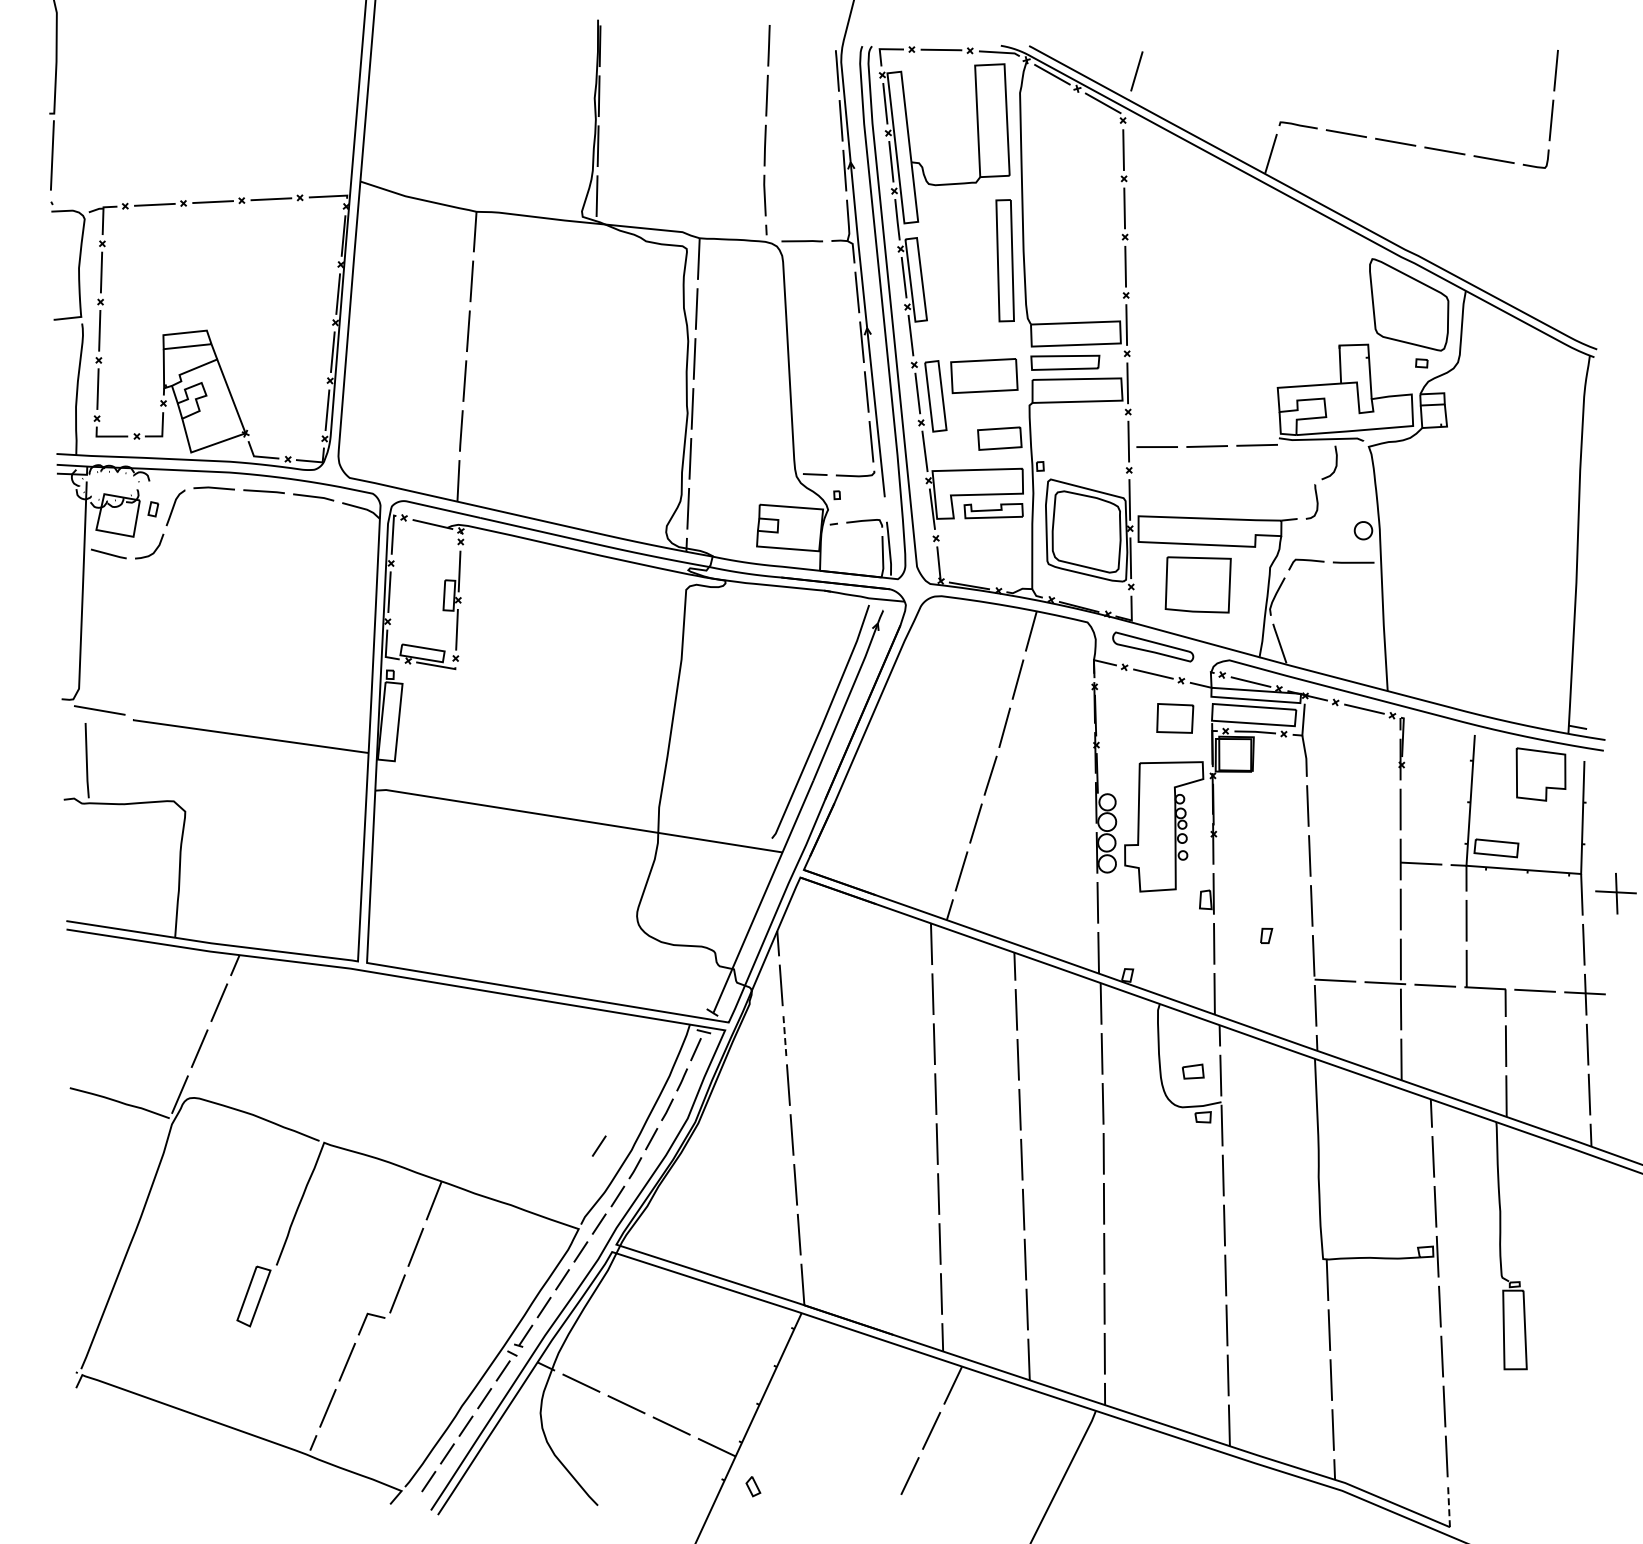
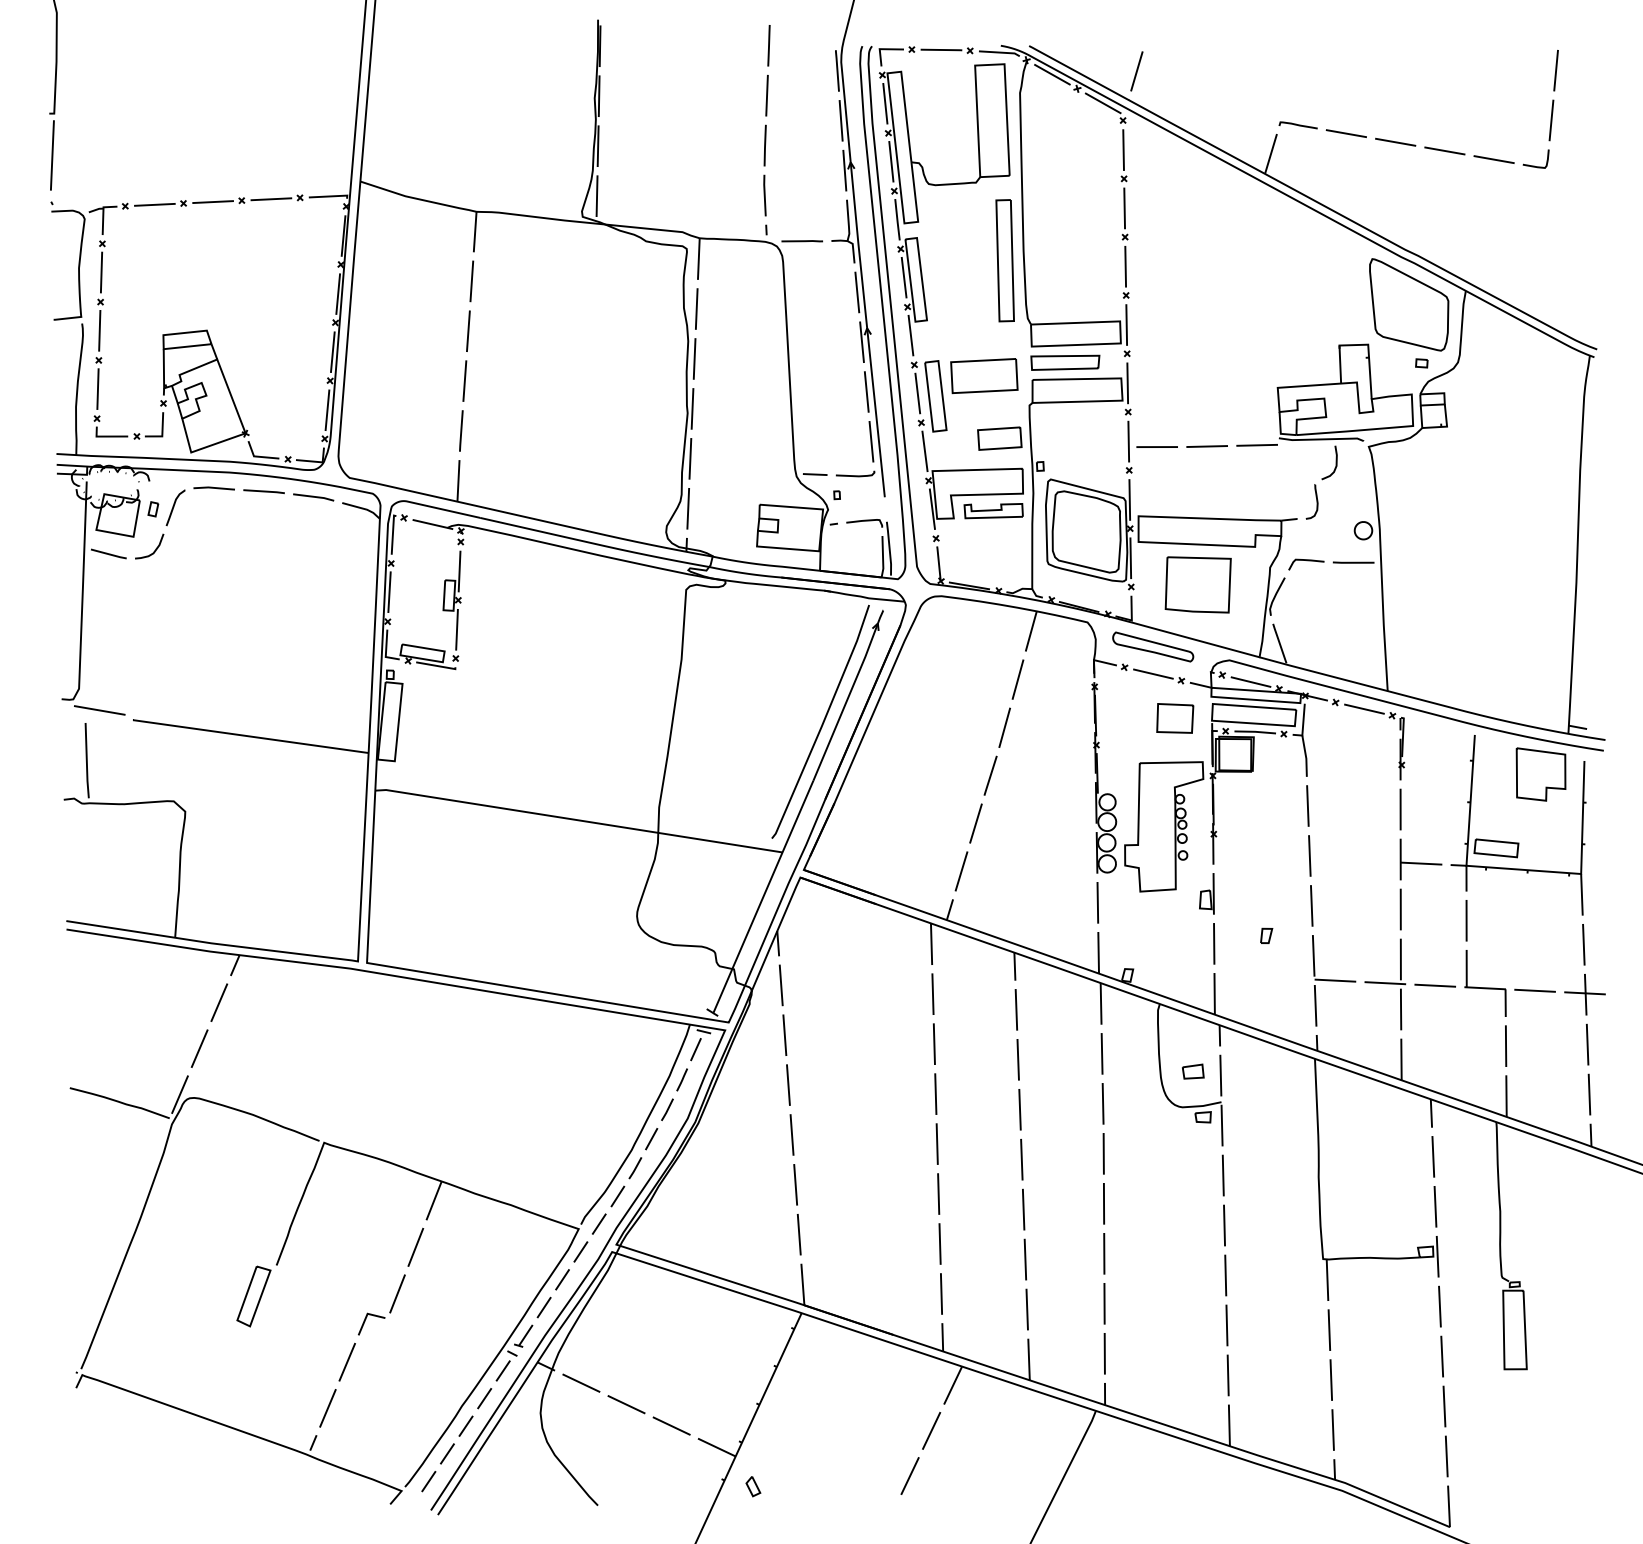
part at (1615, 893): present -> none
line at (784, 1035): dashed -> solid
line at (599, 1145): present -> none
line at (1449, 1507): dashed -> solid
